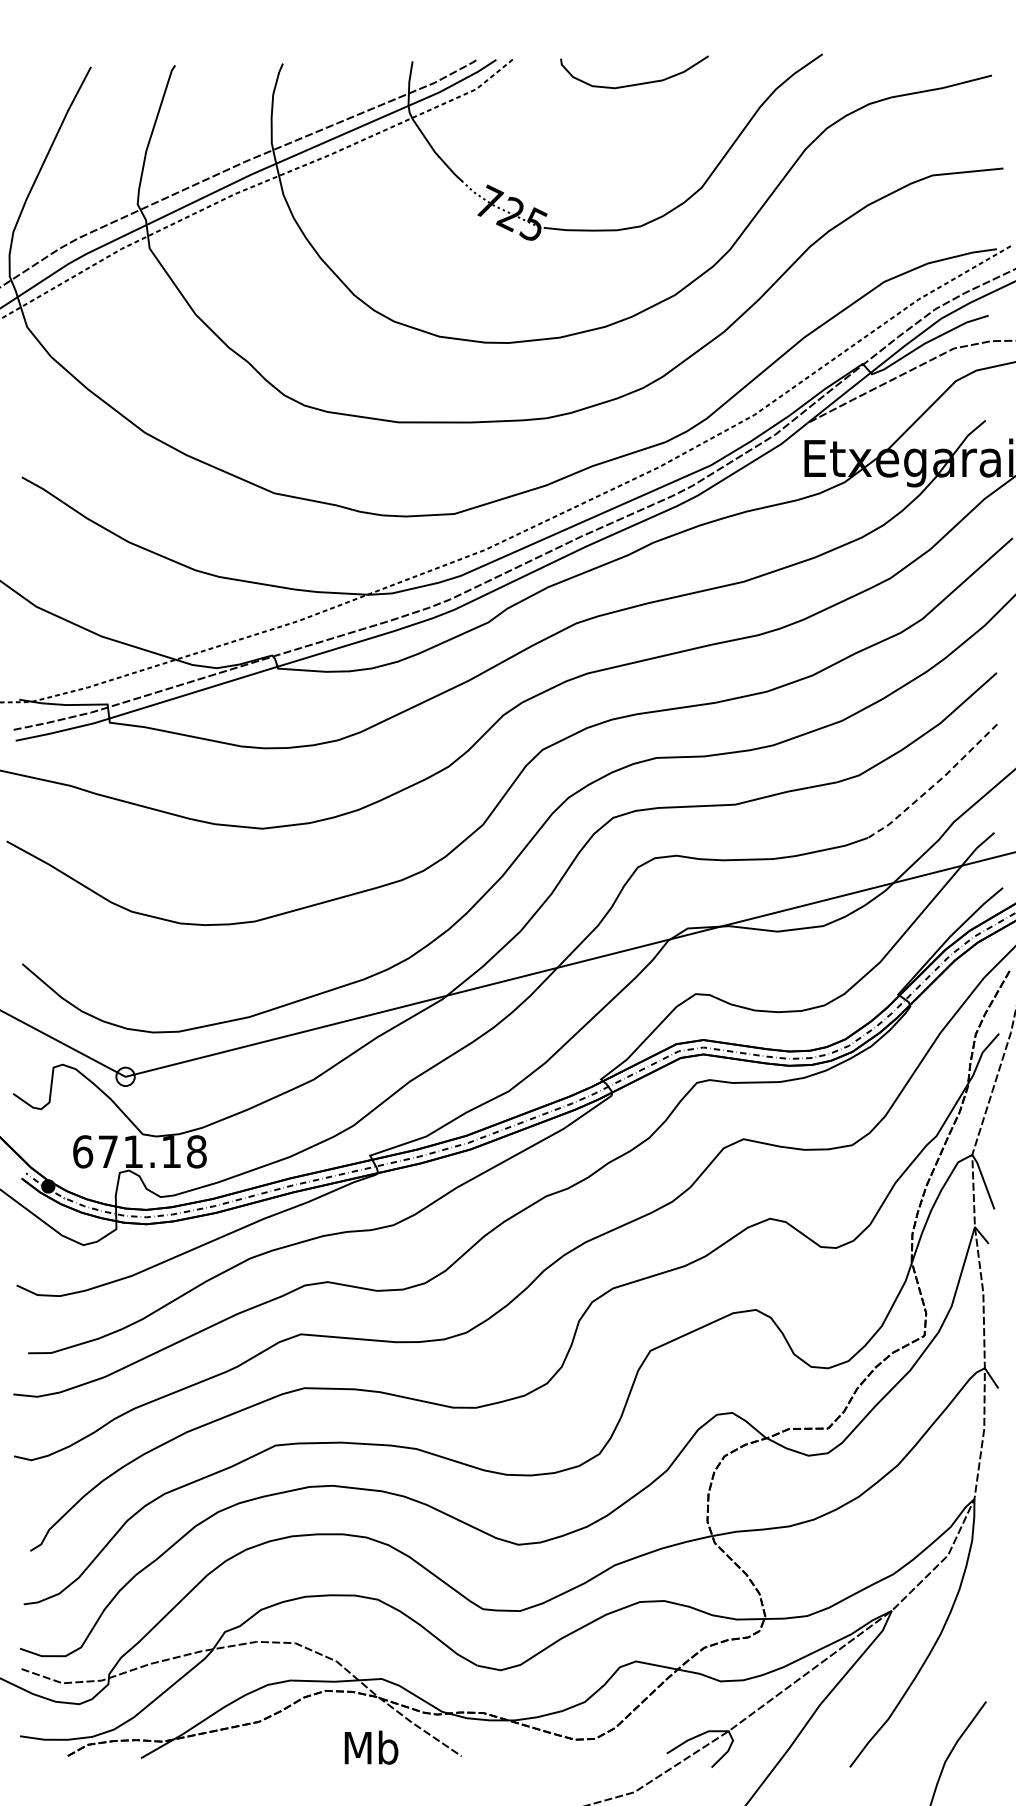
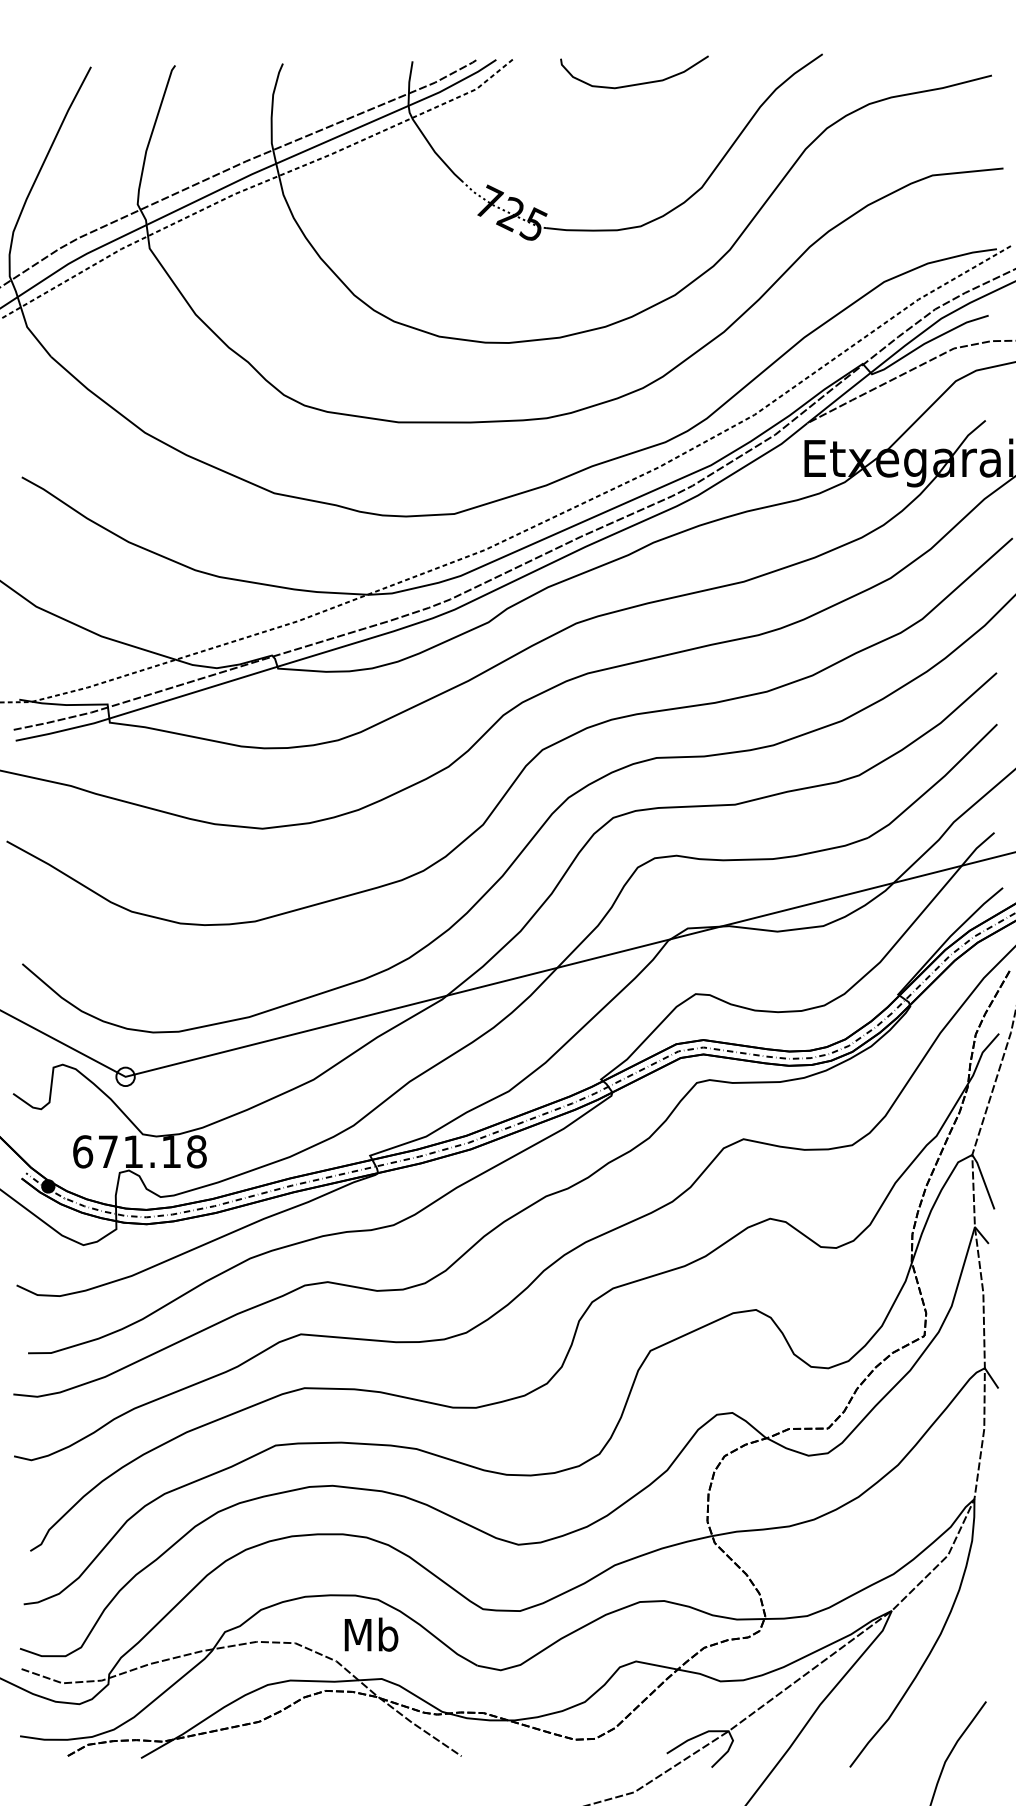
line at (934, 784): dashed -> solid
text at (371, 1747) position: (371, 1747) -> (371, 1634)
